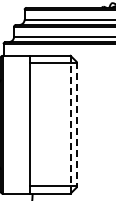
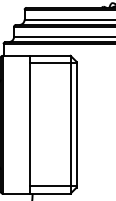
line at (70, 124): dashed -> solid
line at (76, 124): dashed -> solid
